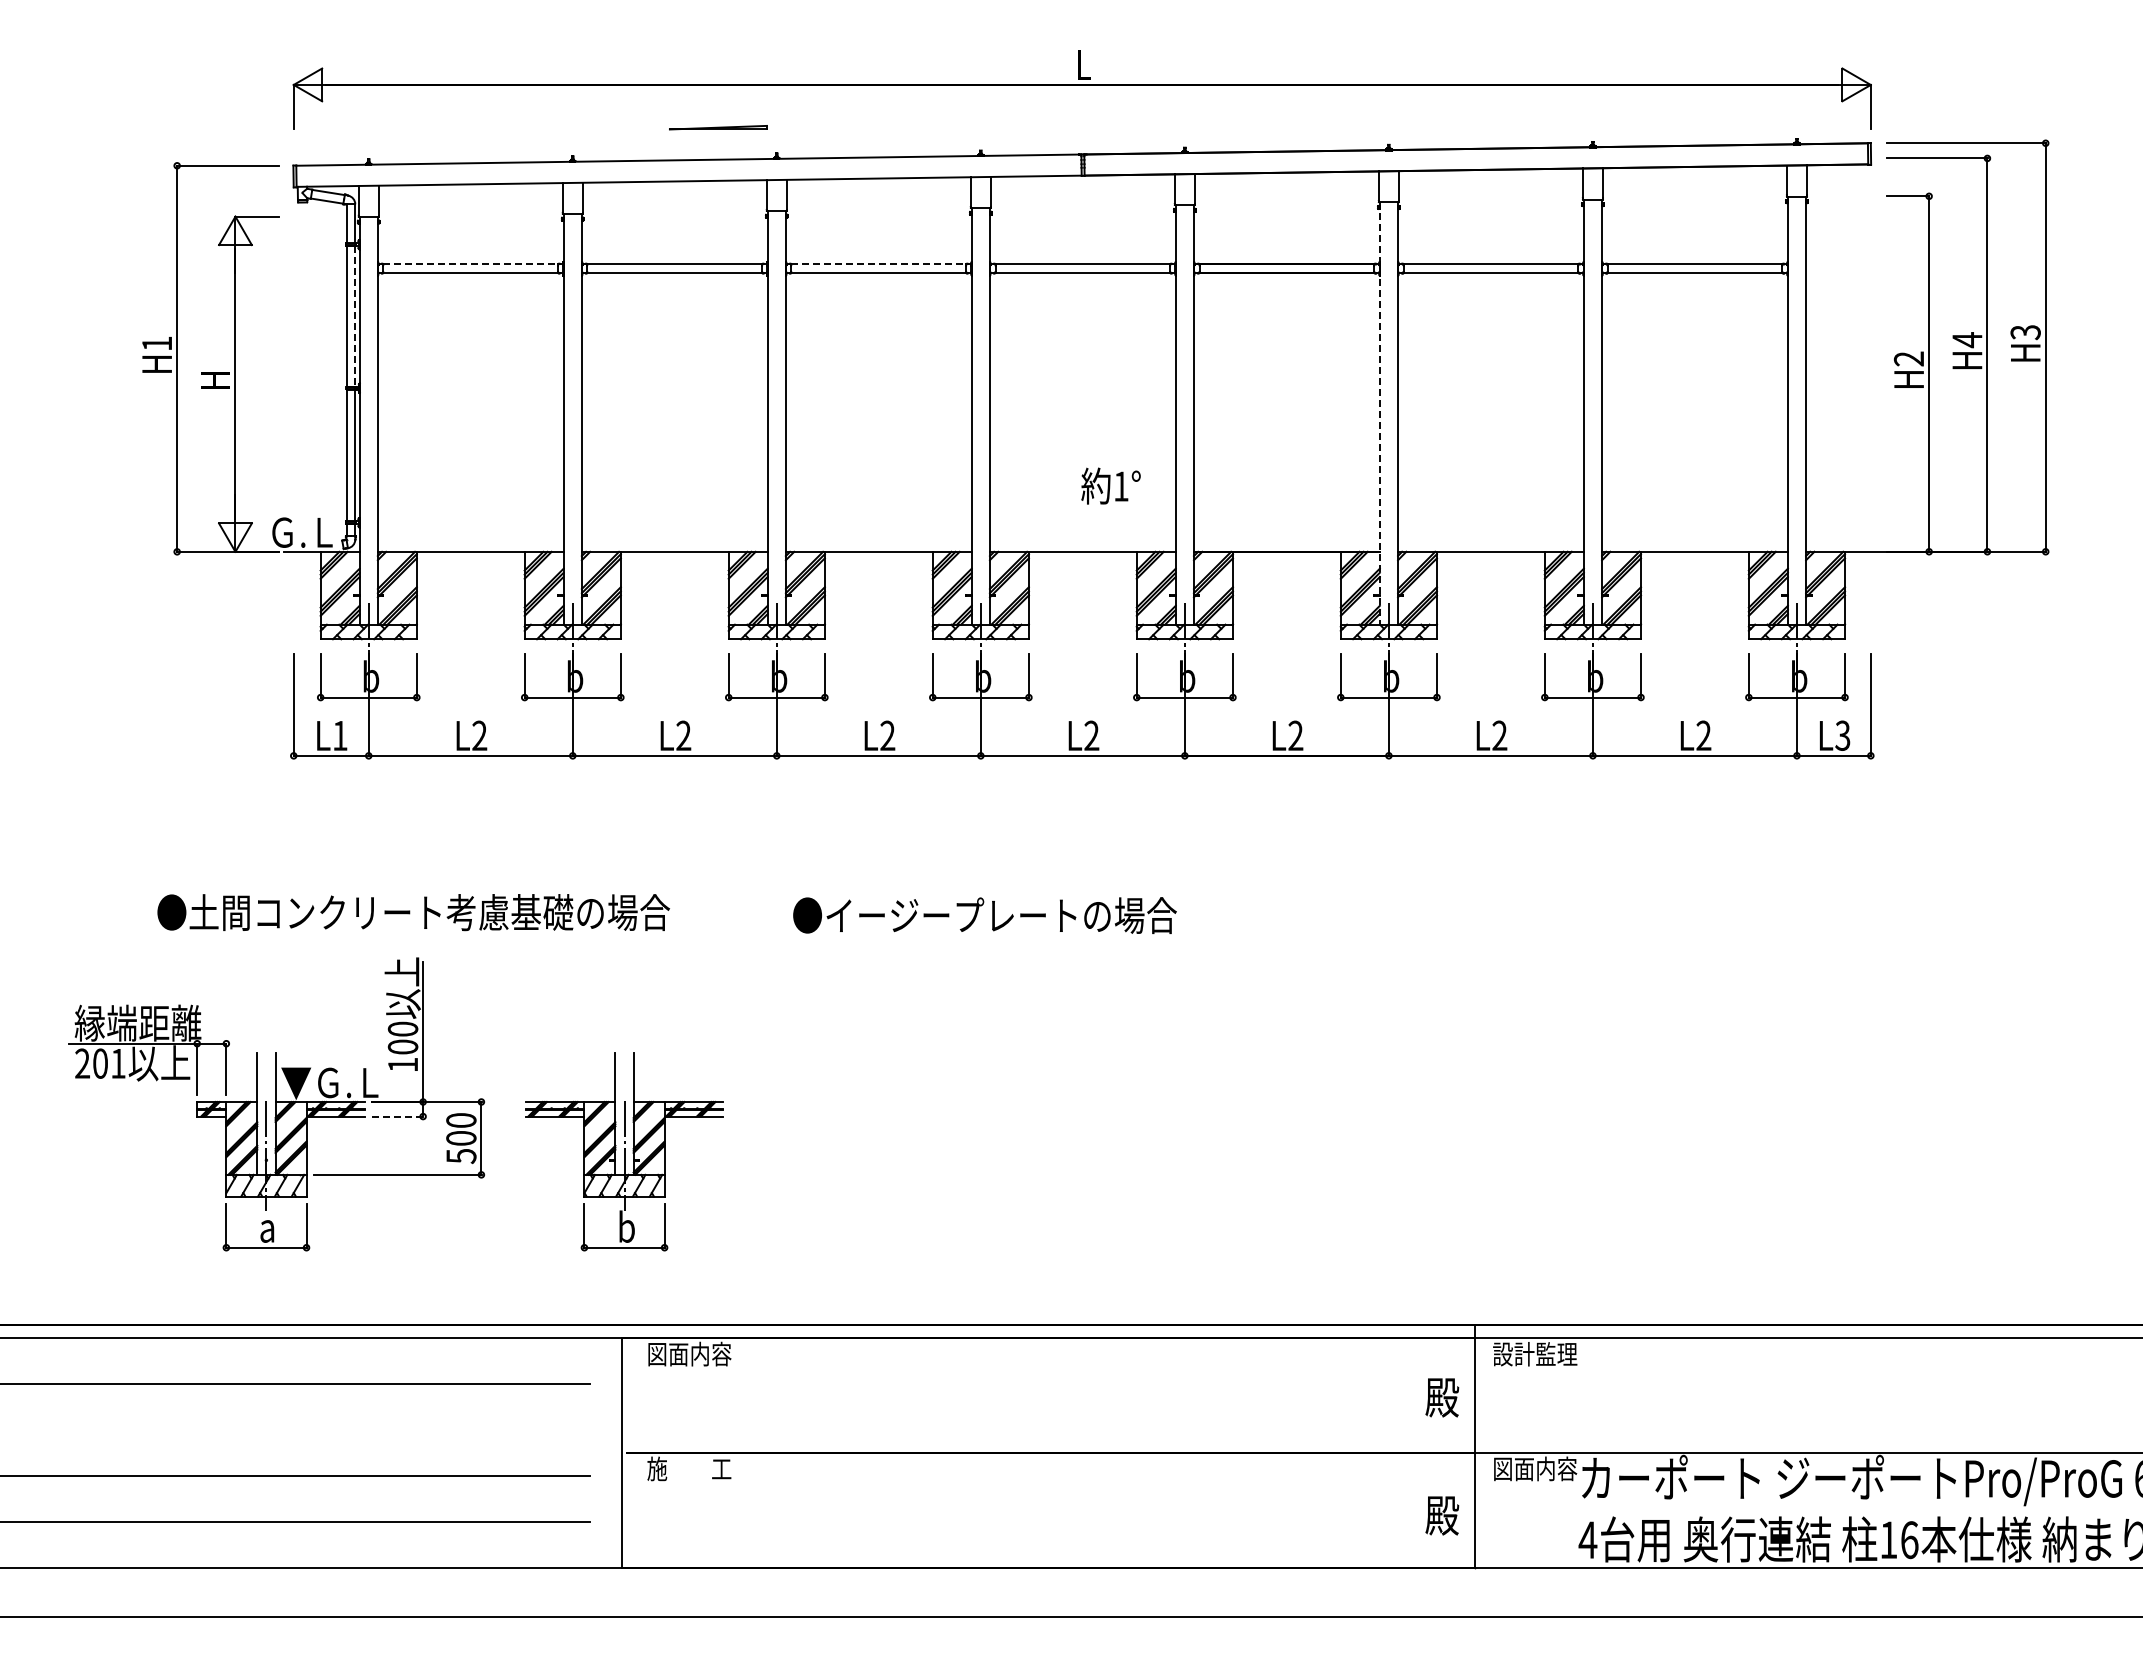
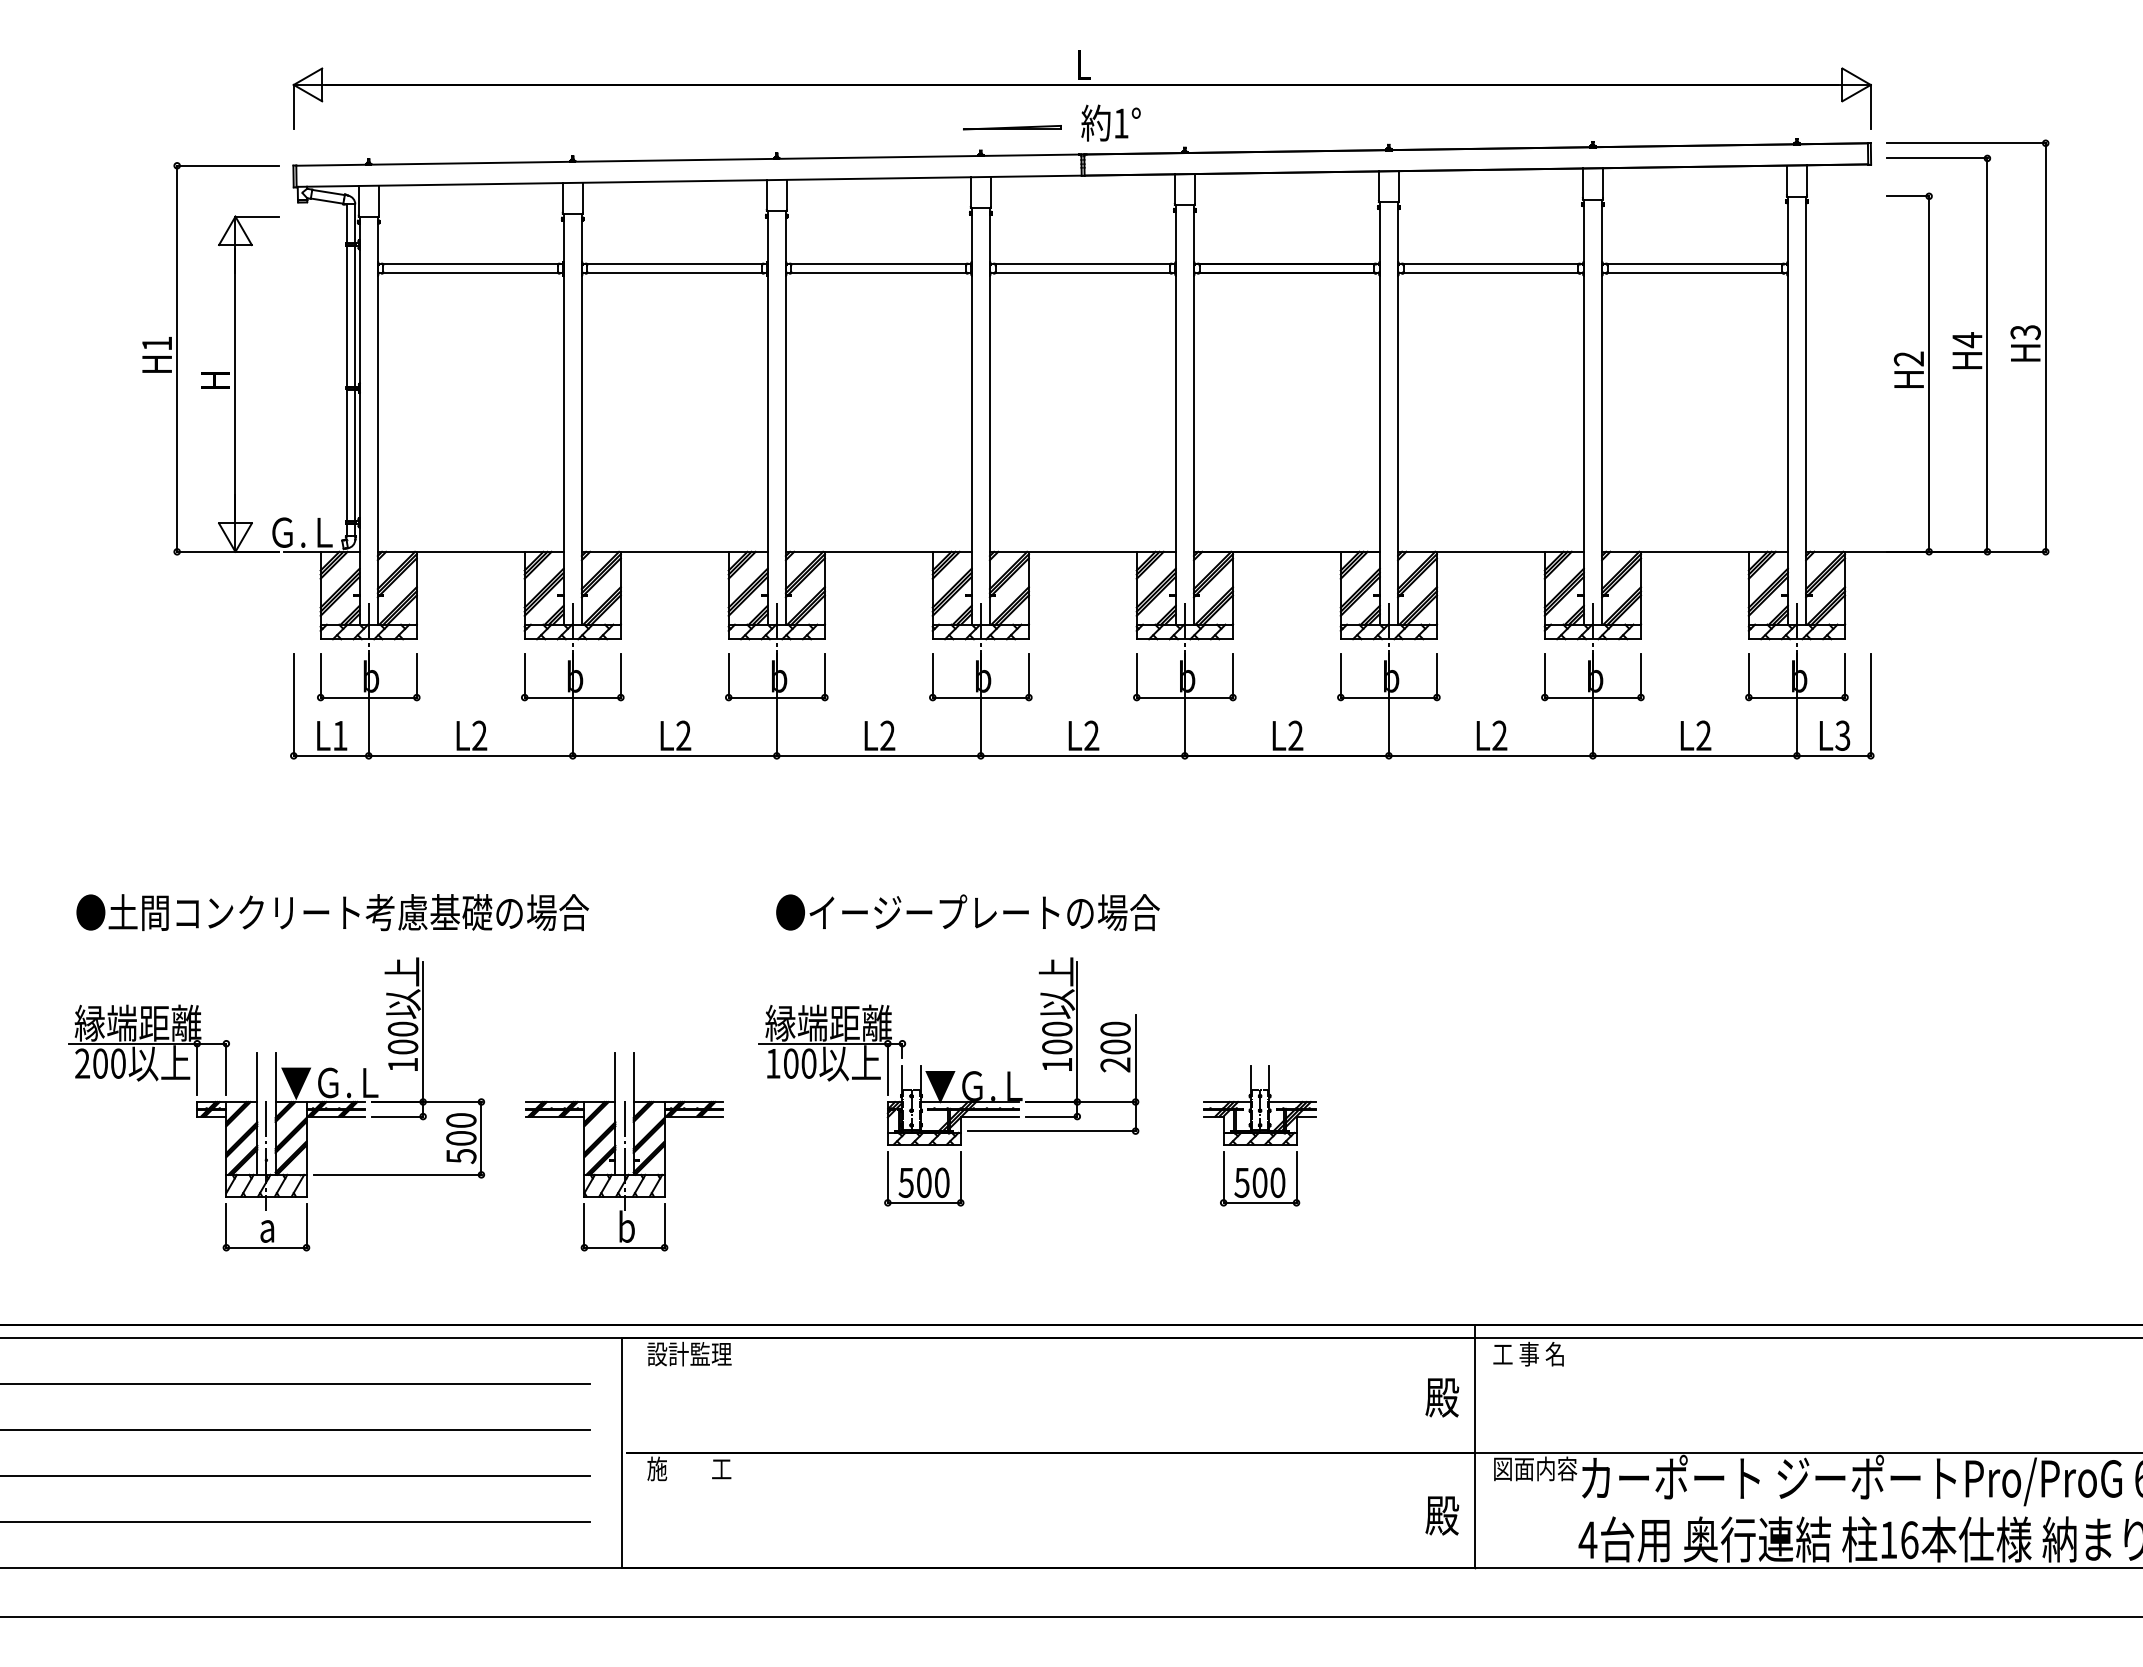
part at (718, 127) position: (718, 127) -> (1012, 127)
line at (471, 264): dashed -> solid
line at (879, 264): dashed -> solid
line at (355, 316): dashed -> solid
line at (1379, 414): dashed -> solid
text at (1110, 485) position: (1110, 485) -> (1110, 122)
text at (413, 912) position: (413, 912) -> (332, 912)
text at (984, 915) position: (984, 915) -> (967, 912)
text at (118, 1063): 201 -> 200
part at (948, 1081): none -> present
line at (397, 1116): dashed -> solid
part at (1259, 1135): none -> present
text at (689, 1353): 図面内容 -> 設計監理
text at (1535, 1353): 設計監理 -> 工 事 名
line at (295, 1429): none -> present
